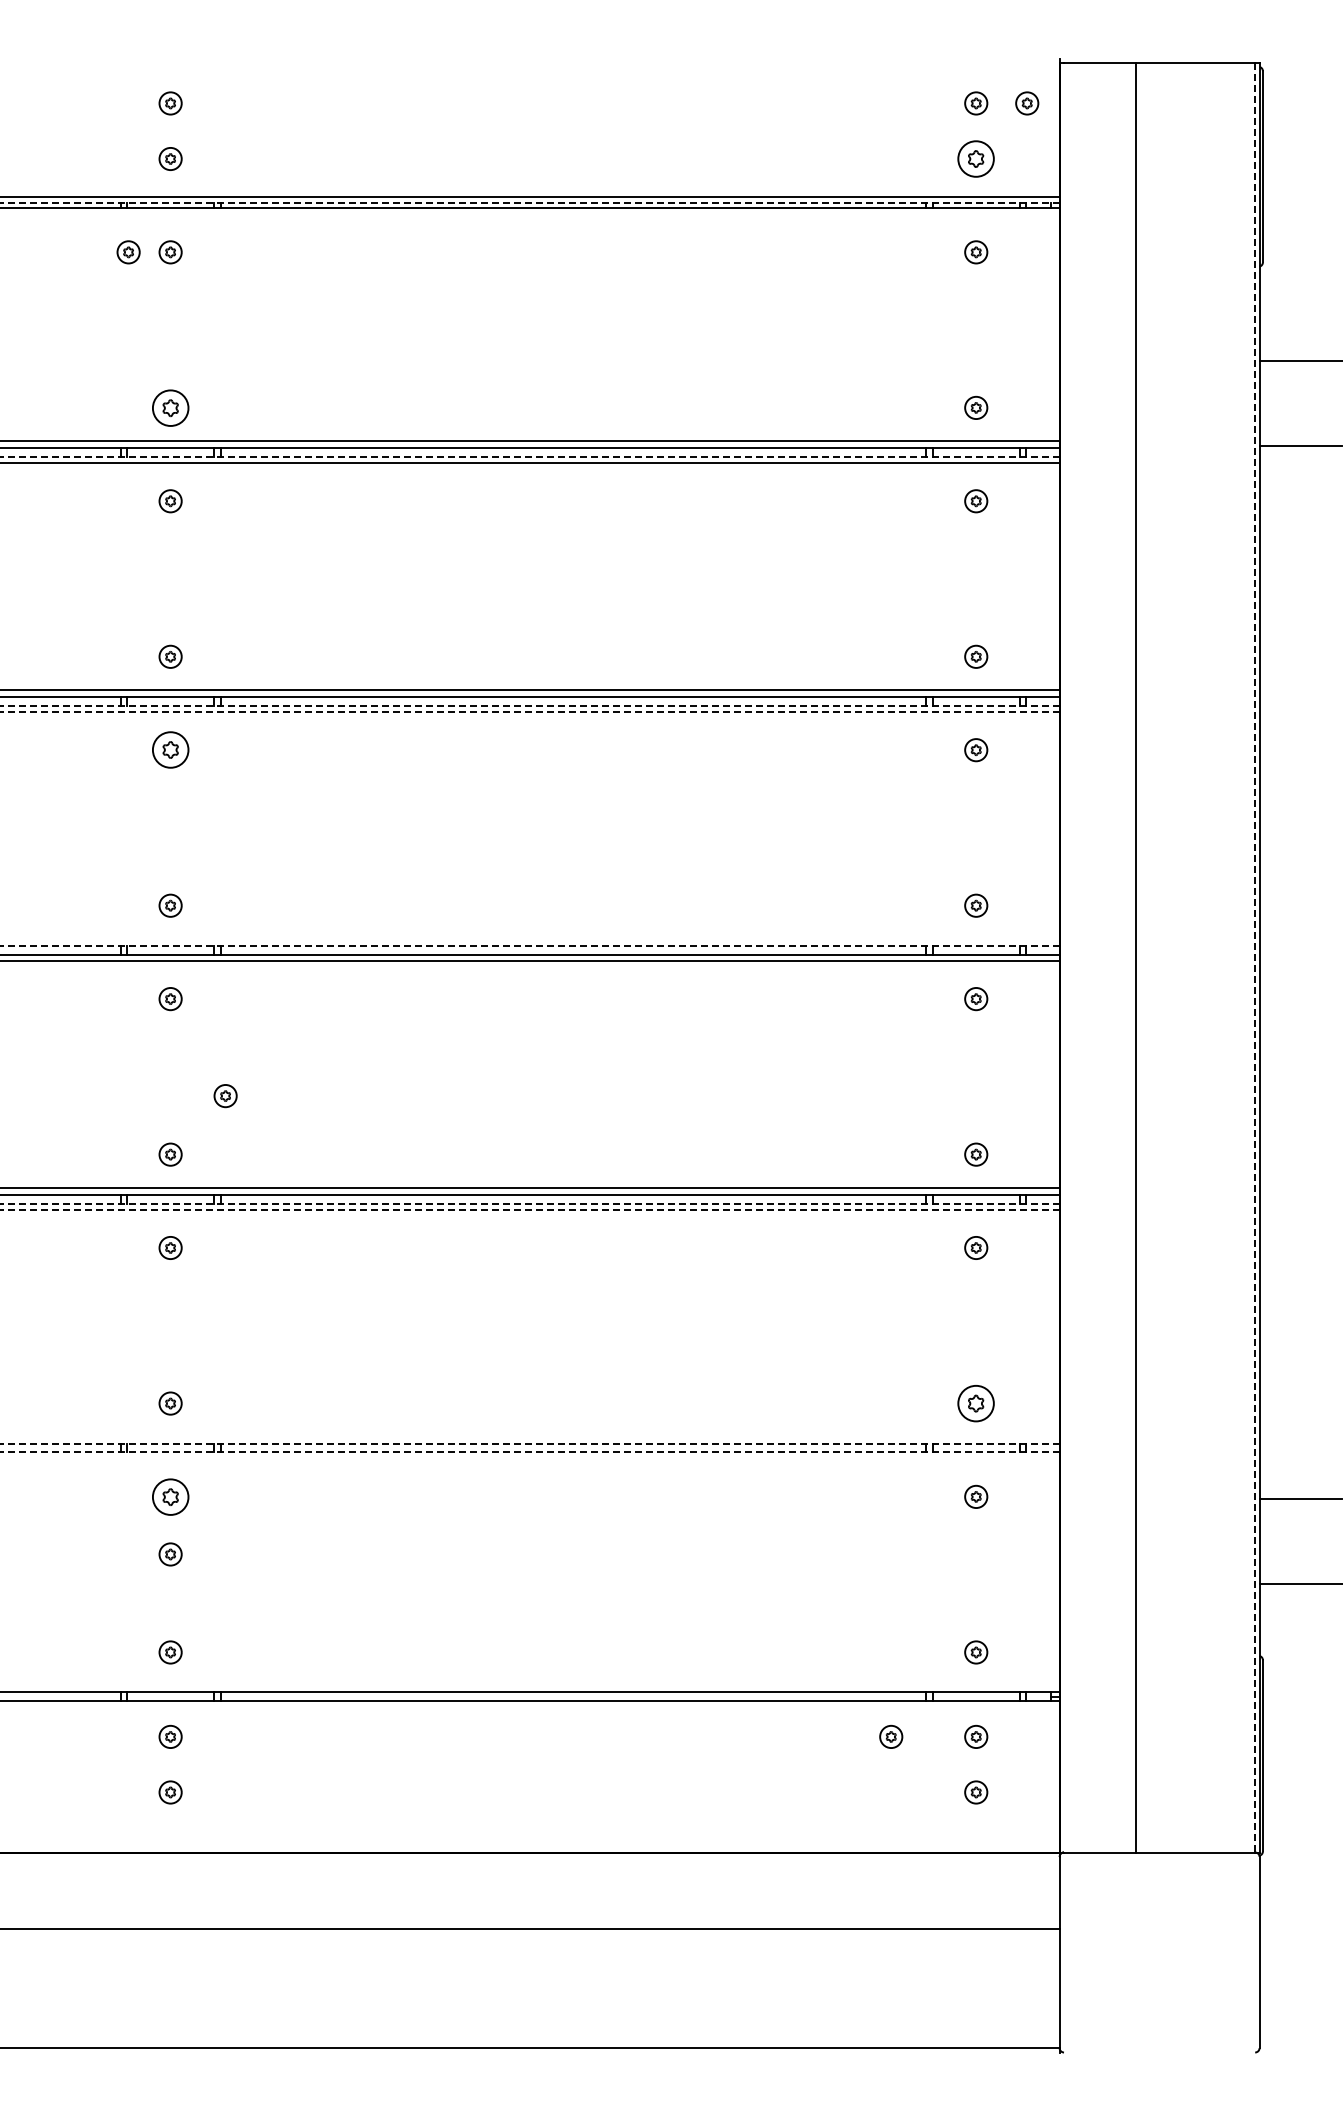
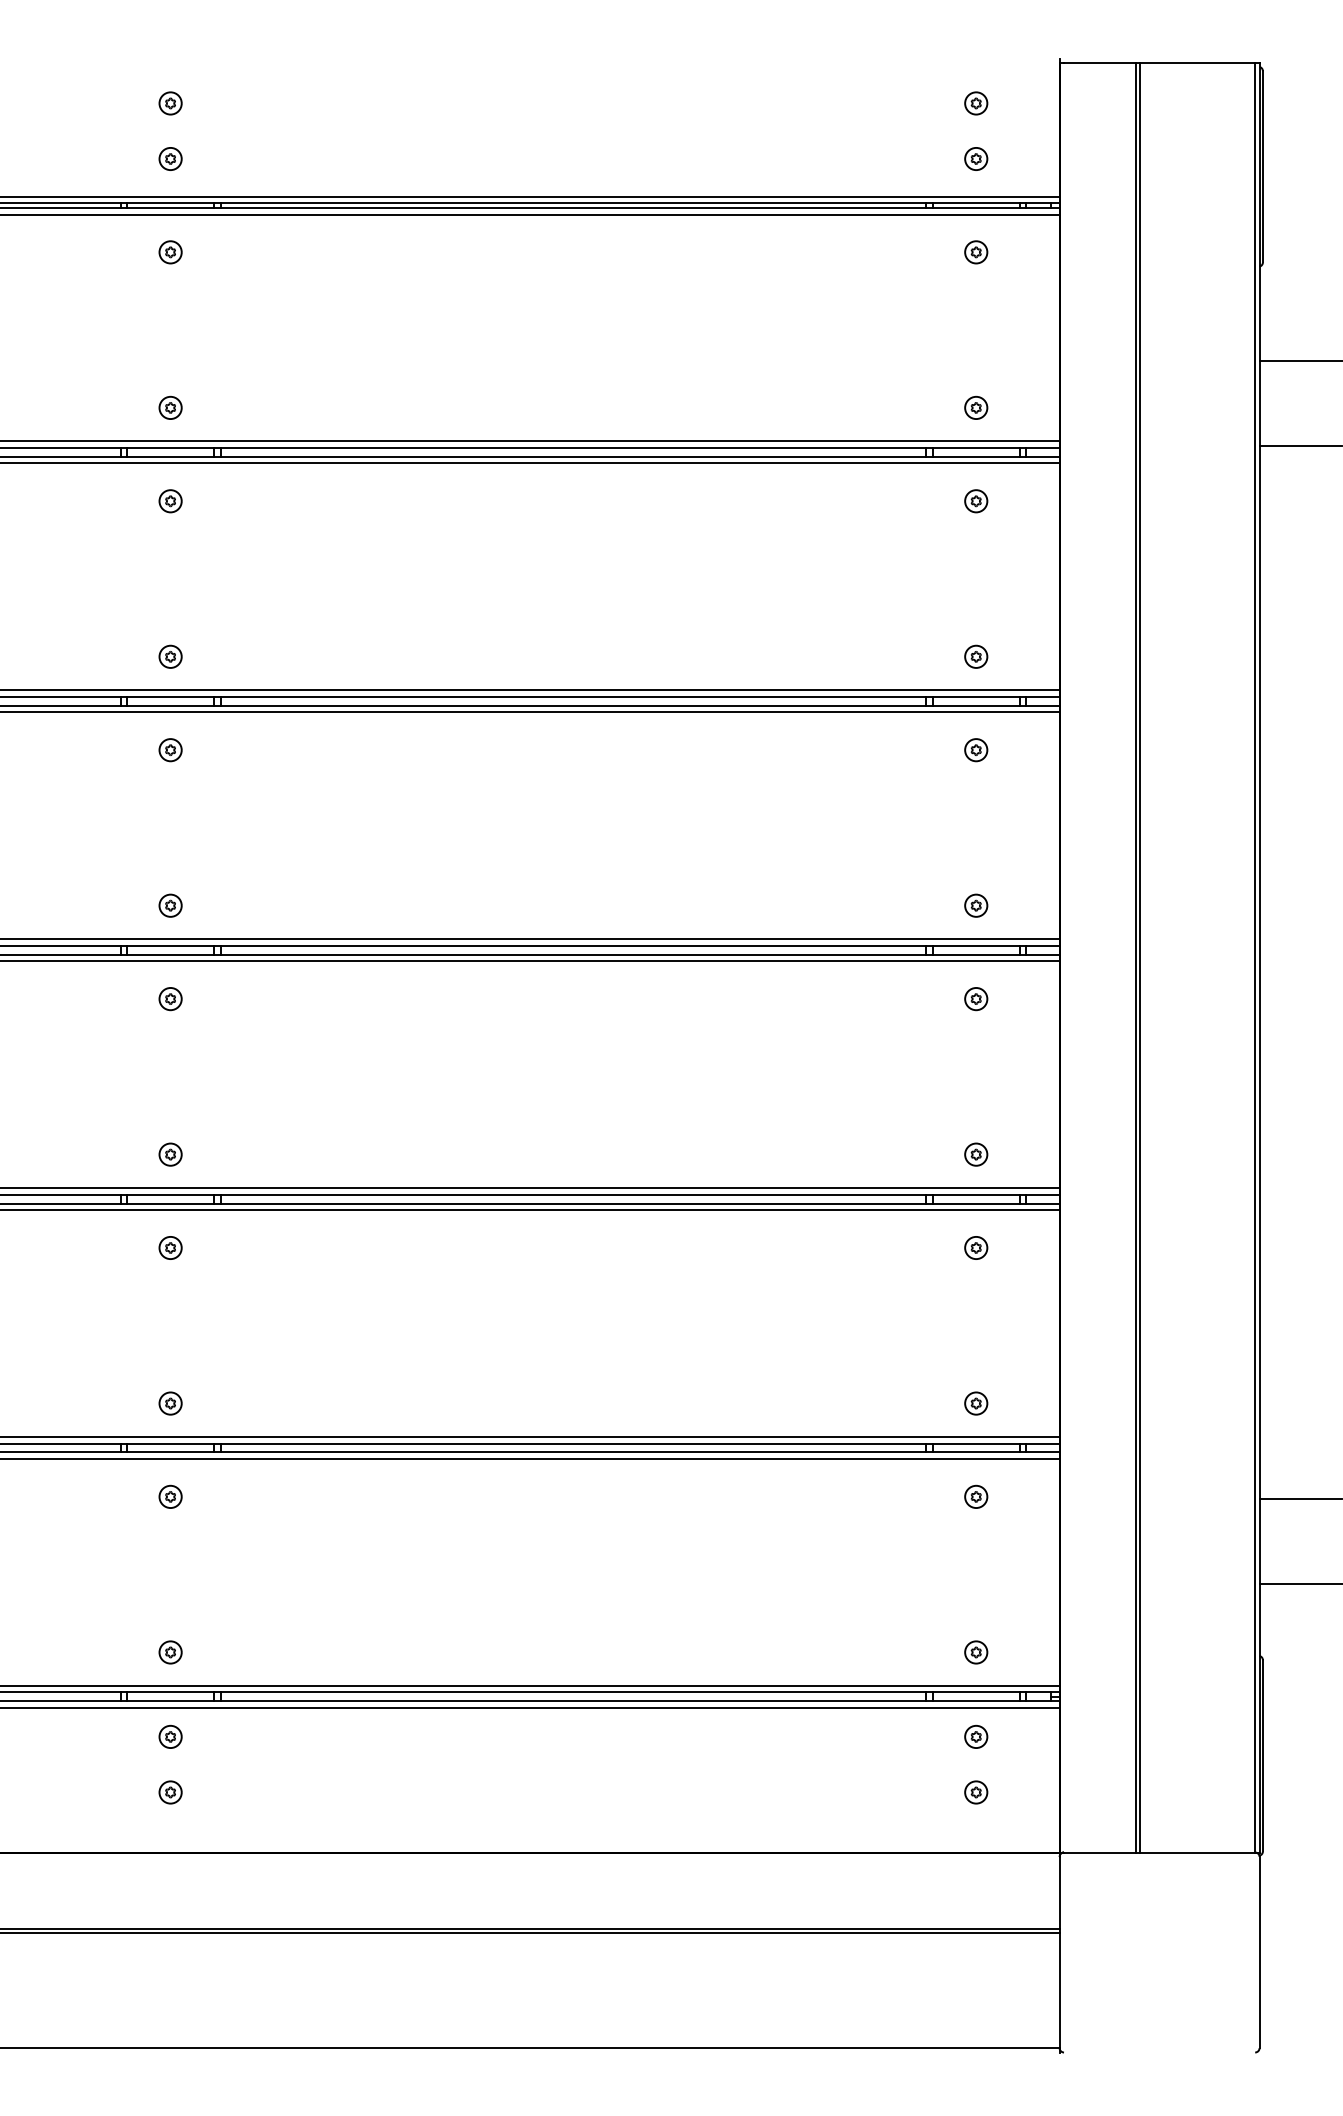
part at (1027, 103): present -> none
part at (975, 158) size: 38x38 px -> 25x24 px
line at (529, 203): dashed -> solid
line at (530, 214): none -> present
part at (128, 252): present -> none
part at (170, 407) size: 38x38 px -> 25x25 px
line at (529, 456): dashed -> solid
line at (529, 705): dashed -> solid
line at (529, 712): dashed -> solid
part at (170, 749) size: 38x38 px -> 25x25 px
line at (530, 939): none -> present
line at (529, 945): dashed -> solid
line at (1139, 957): none -> present
line at (1255, 957): dashed -> solid
part at (225, 1096): present -> none
line at (529, 1203): dashed -> solid
line at (529, 1210): dashed -> solid
part at (975, 1403) size: 38x38 px -> 25x25 px
line at (530, 1436): none -> present
line at (529, 1443): dashed -> solid
line at (529, 1452): dashed -> solid
line at (530, 1459): none -> present
part at (170, 1496) size: 38x38 px -> 25x25 px
part at (170, 1554): present -> none
line at (530, 1685): none -> present
line at (530, 1708): none -> present
part at (891, 1736): present -> none
line at (530, 1932): none -> present
